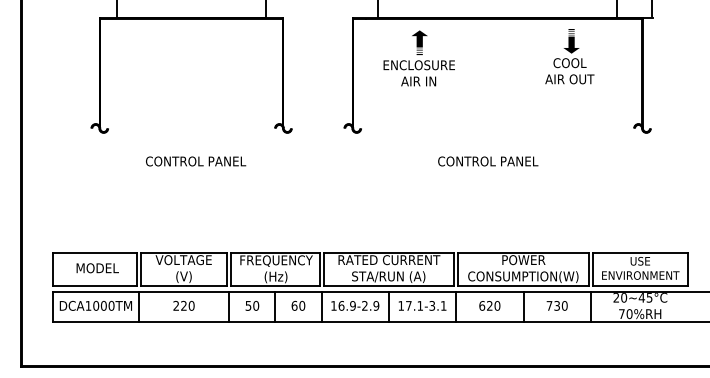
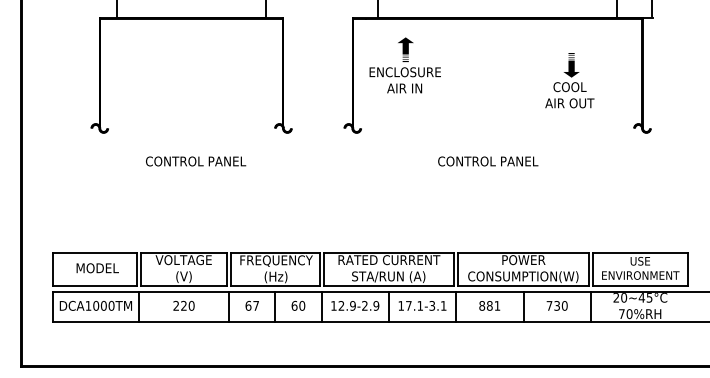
text at (569, 56) position: (569, 56) -> (569, 80)
text at (418, 58) position: (418, 58) -> (404, 65)
text at (252, 305): 50 -> 67
text at (341, 305): 16.9-2.9 -> 12.9-2.9
text at (489, 305): 620 -> 881
